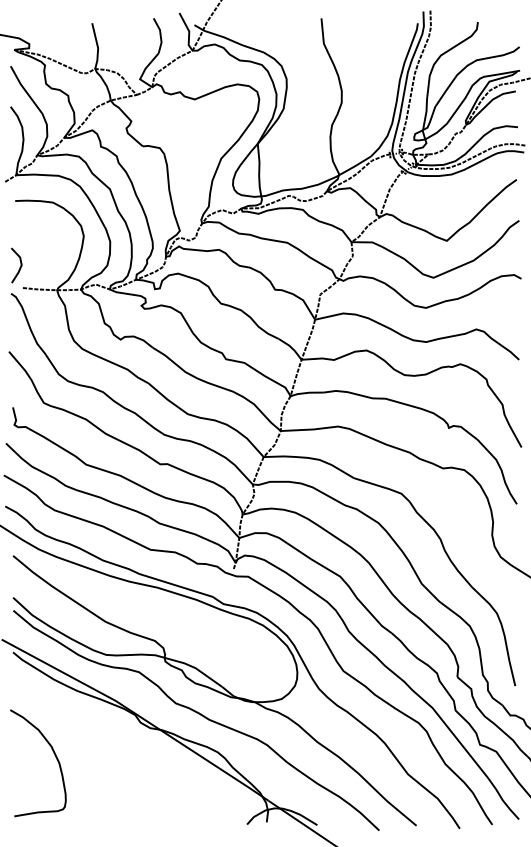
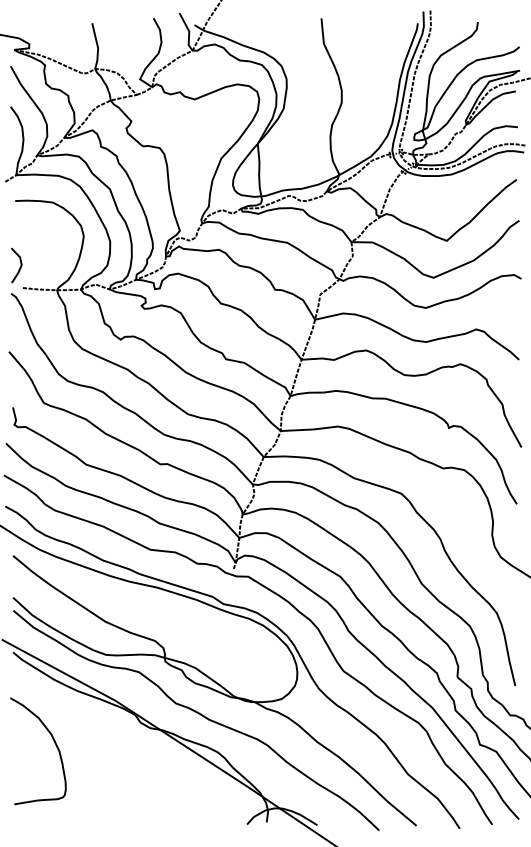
curve at (54, 755) position: (54, 755) -> (54, 743)
